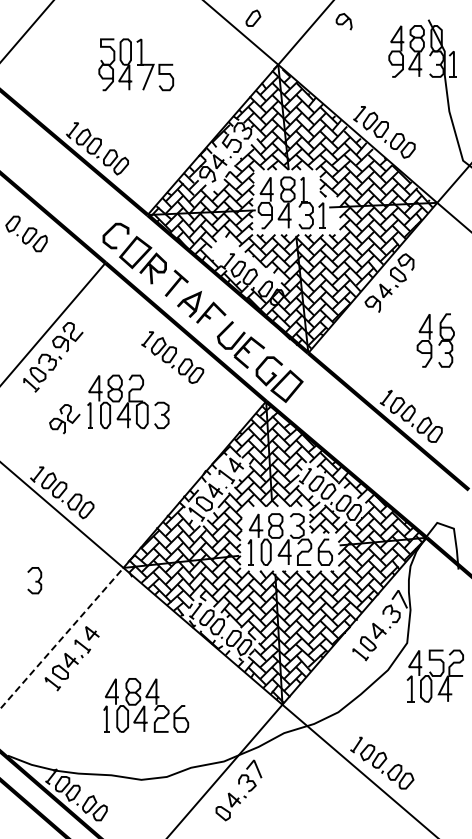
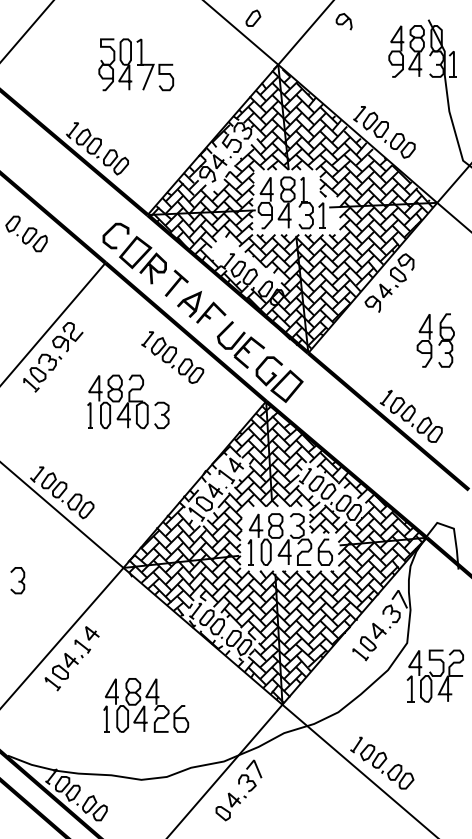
part at (64, 419): present -> none
part at (34, 580) position: (34, 580) -> (17, 580)
line at (61, 638): dashed -> solid
